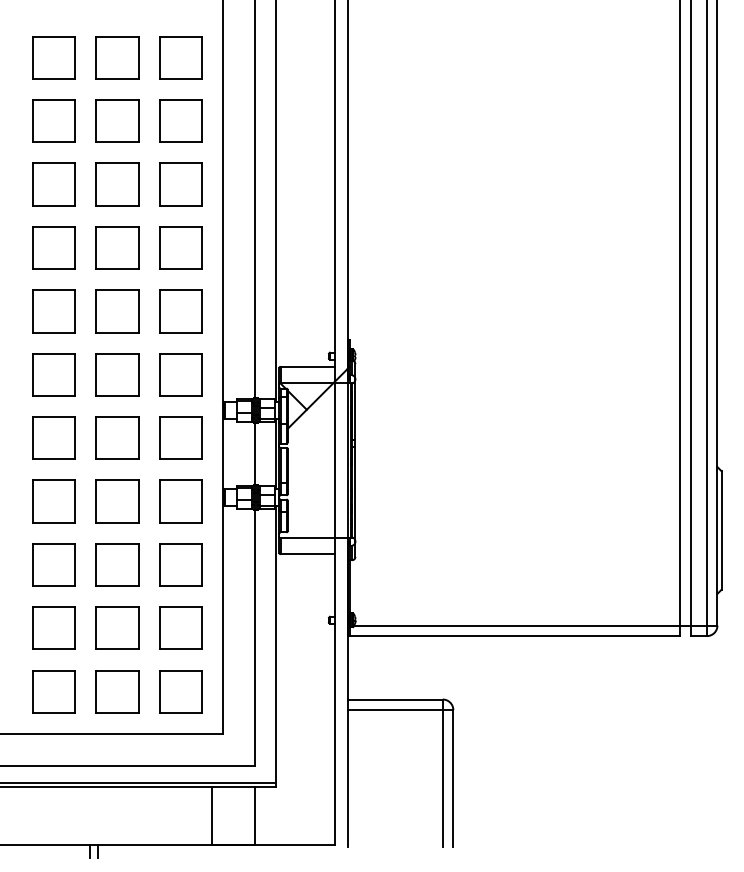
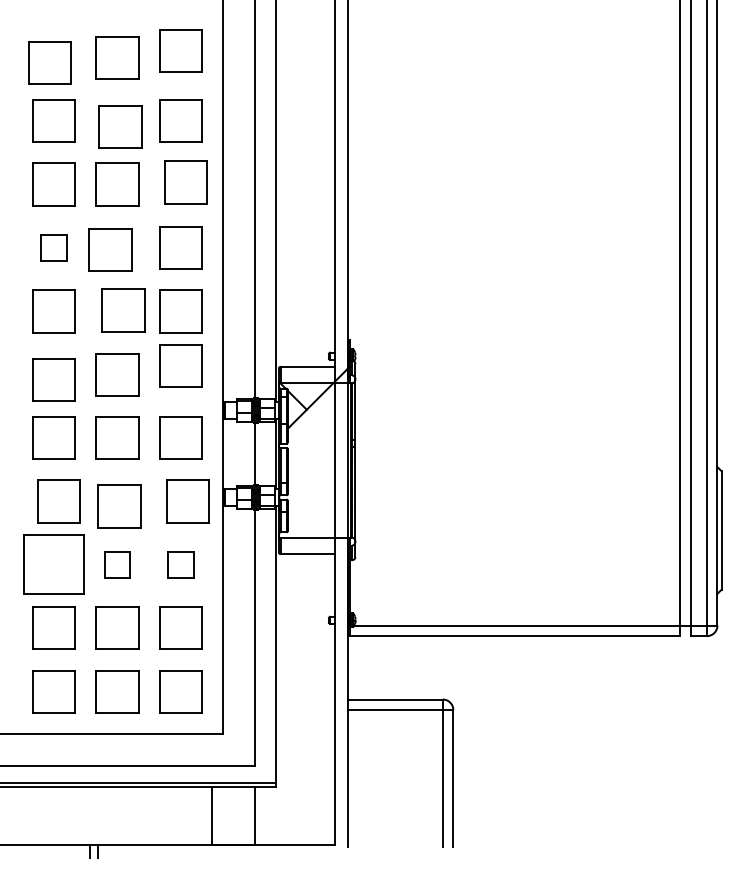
part at (53, 57) position: (53, 57) -> (49, 62)
part at (180, 57) position: (180, 57) -> (180, 50)
part at (117, 120) position: (117, 120) -> (120, 126)
part at (180, 184) position: (180, 184) -> (185, 182)
part at (53, 247) size: 44x44 px -> 28x28 px
part at (117, 247) position: (117, 247) -> (110, 249)
part at (117, 311) position: (117, 311) -> (123, 310)
part at (53, 374) position: (53, 374) -> (53, 379)
part at (180, 374) position: (180, 374) -> (180, 365)
part at (53, 501) position: (53, 501) -> (58, 501)
part at (117, 501) position: (117, 501) -> (119, 506)
part at (180, 501) position: (180, 501) -> (187, 501)
part at (53, 564) size: 44x44 px -> 62x61 px
part at (117, 564) size: 45x44 px -> 27x28 px
part at (180, 564) size: 44x44 px -> 28x28 px
